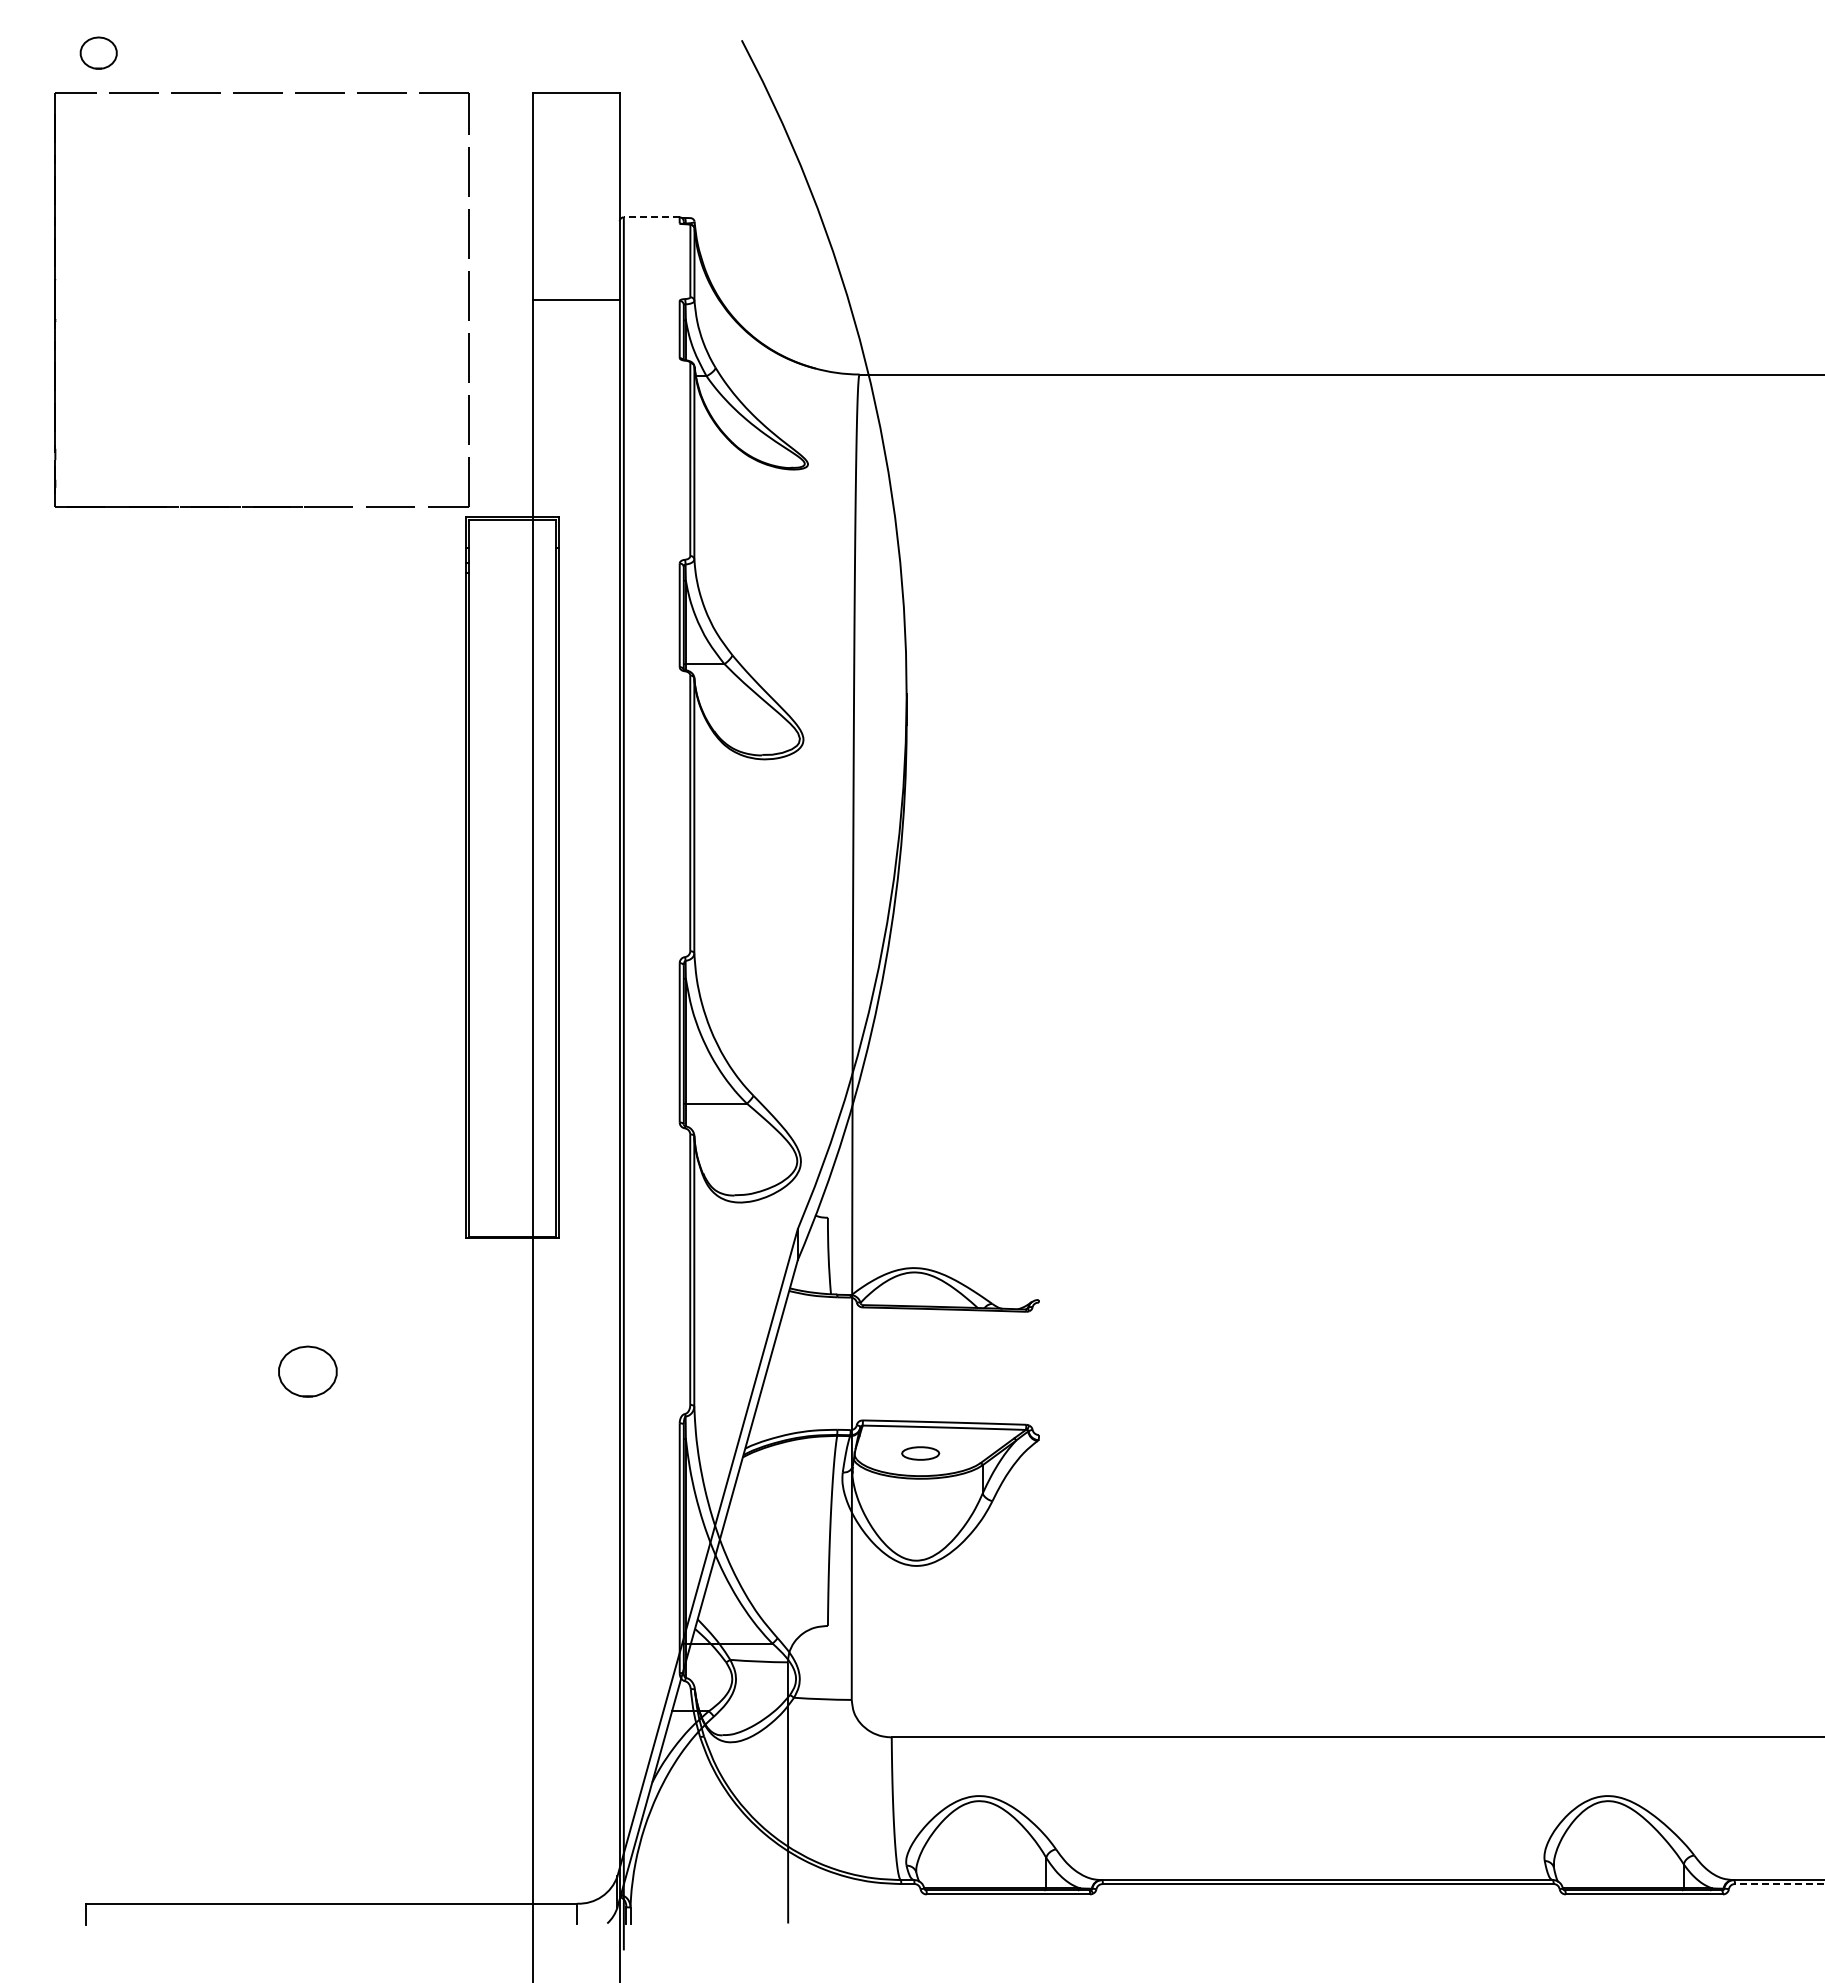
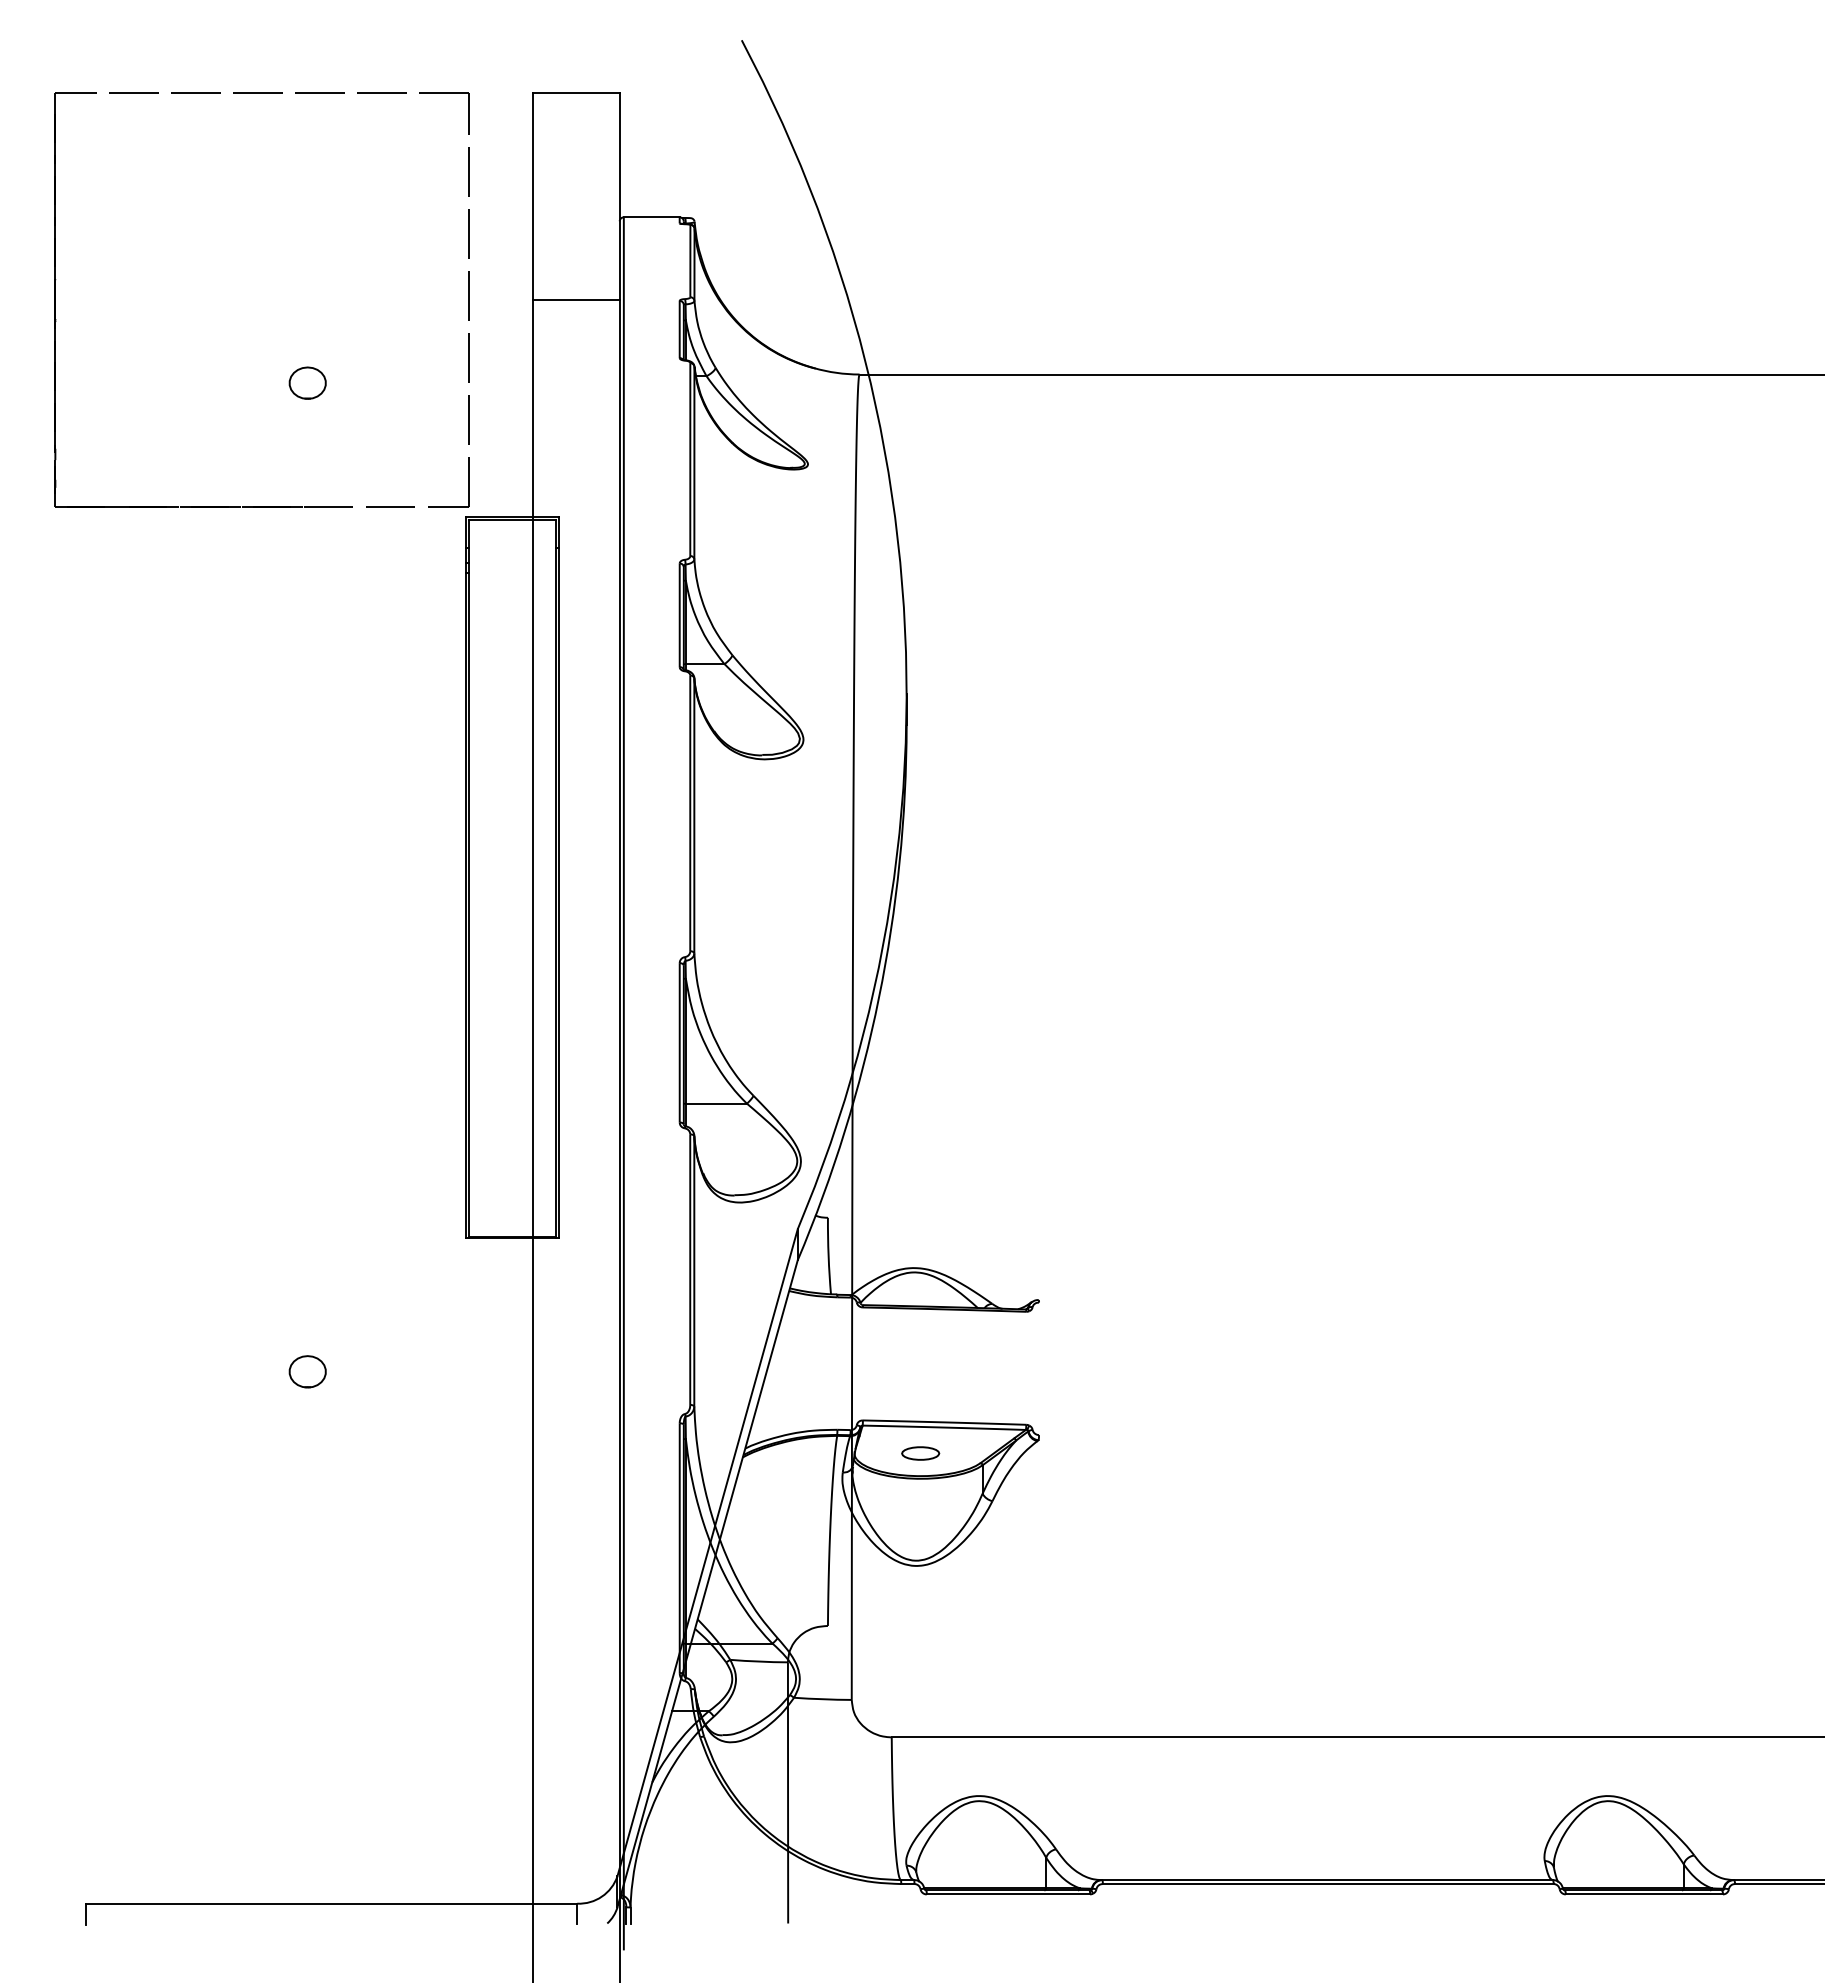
part at (98, 52) position: (98, 52) -> (307, 382)
line at (651, 217): dashed -> solid
part at (307, 1371) size: 60x53 px -> 39x34 px
line at (1779, 1884): dashed -> solid
